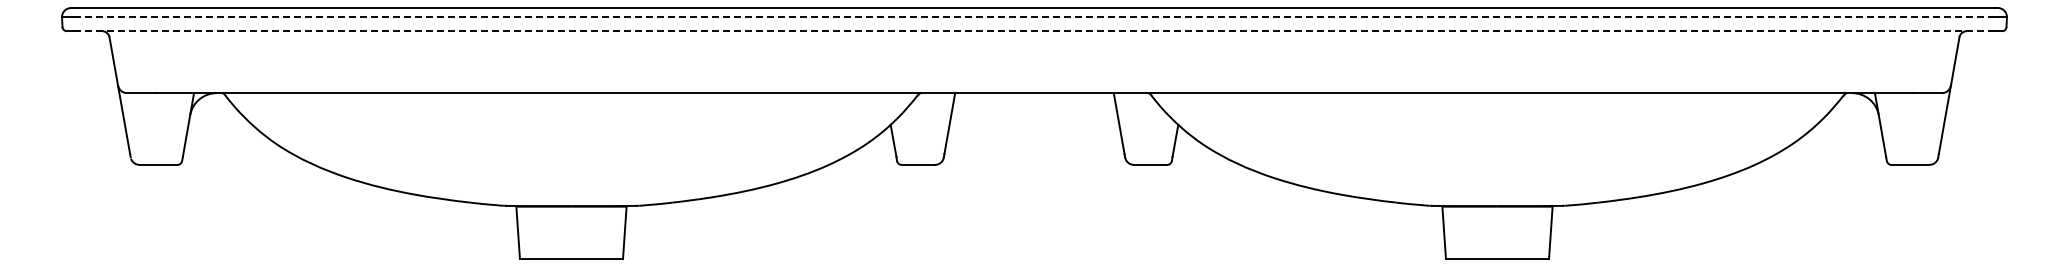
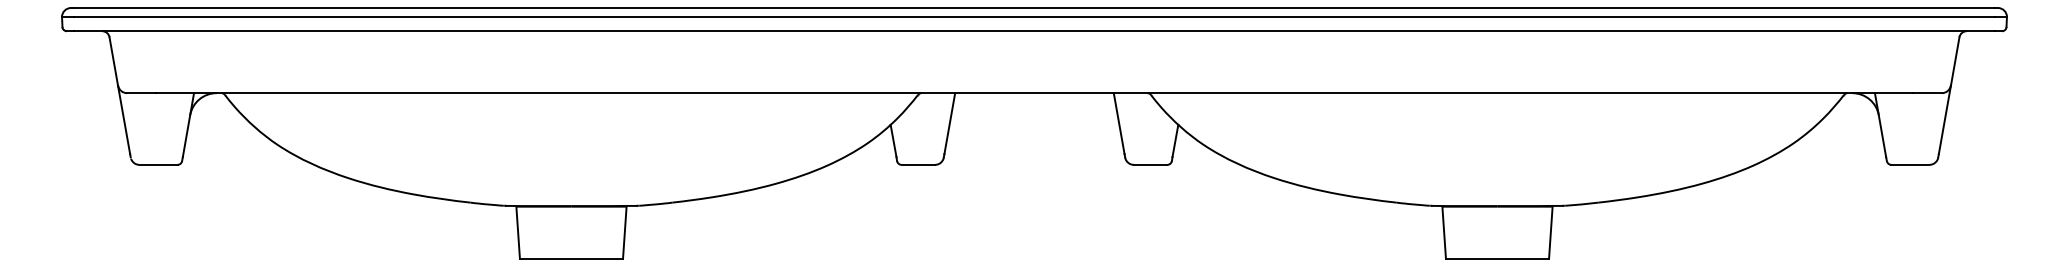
line at (1034, 17): dashed -> solid
line at (1034, 31): dashed -> solid
